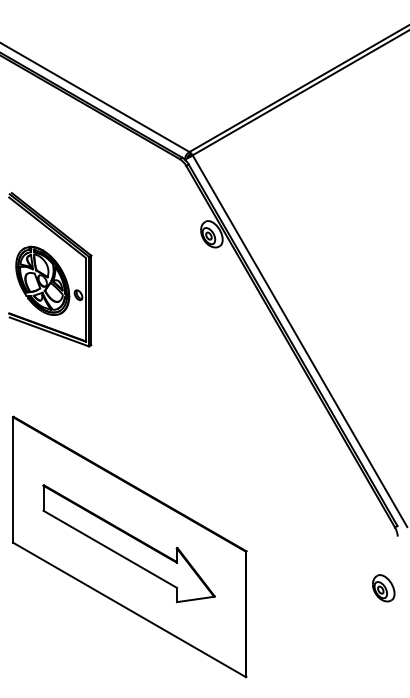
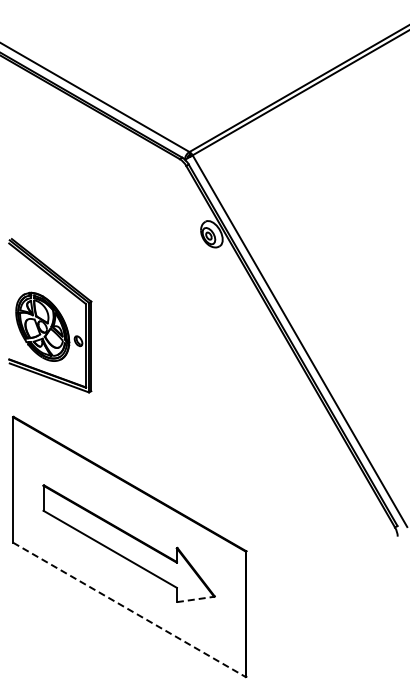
part at (50, 269) position: (50, 269) -> (50, 315)
part at (383, 588): present -> none
line at (195, 599): solid -> dashed
line at (129, 610): solid -> dashed
